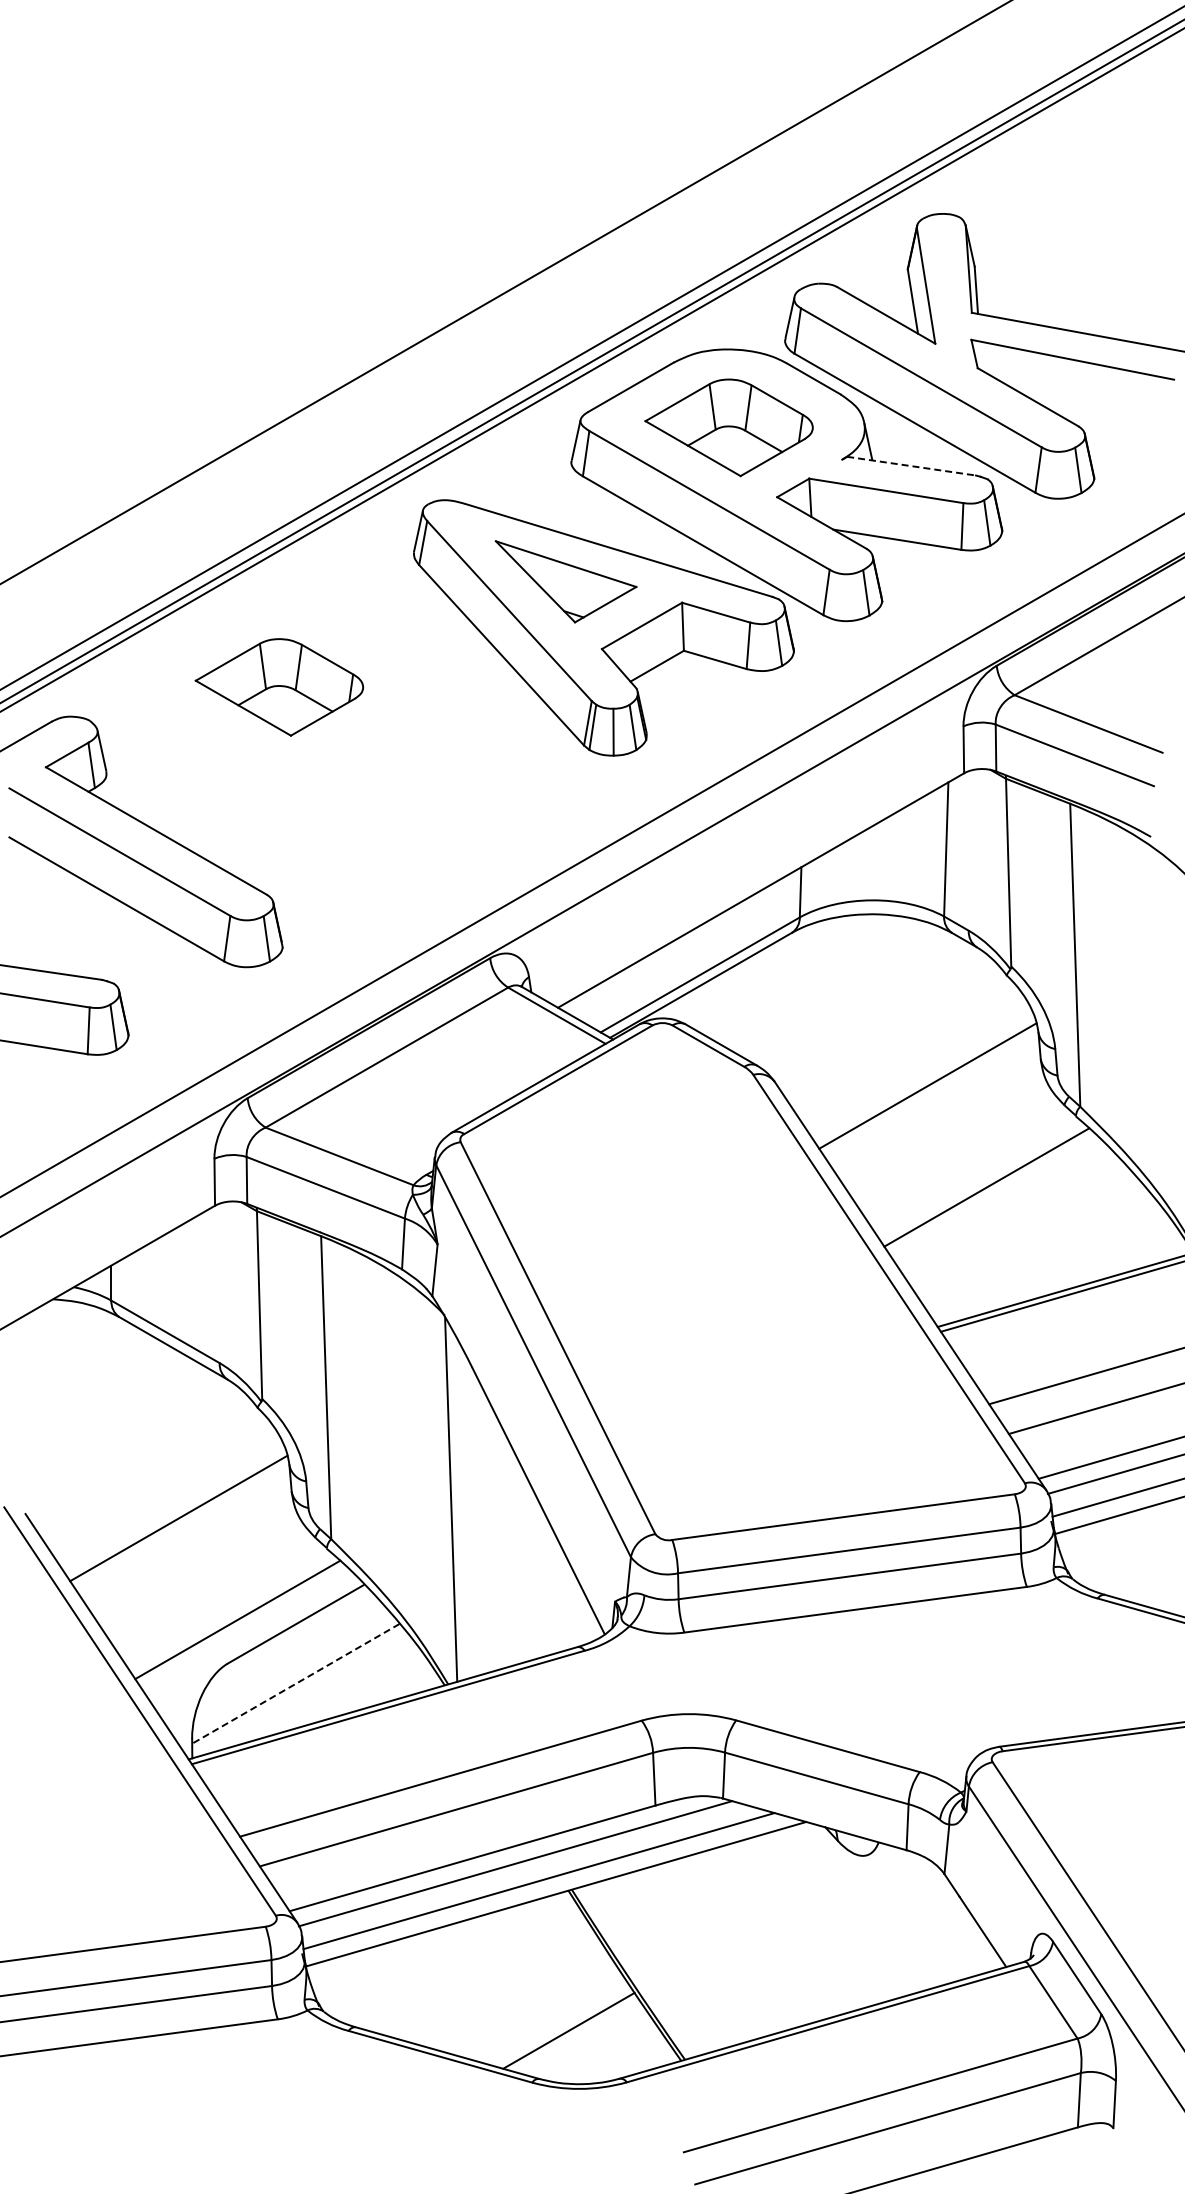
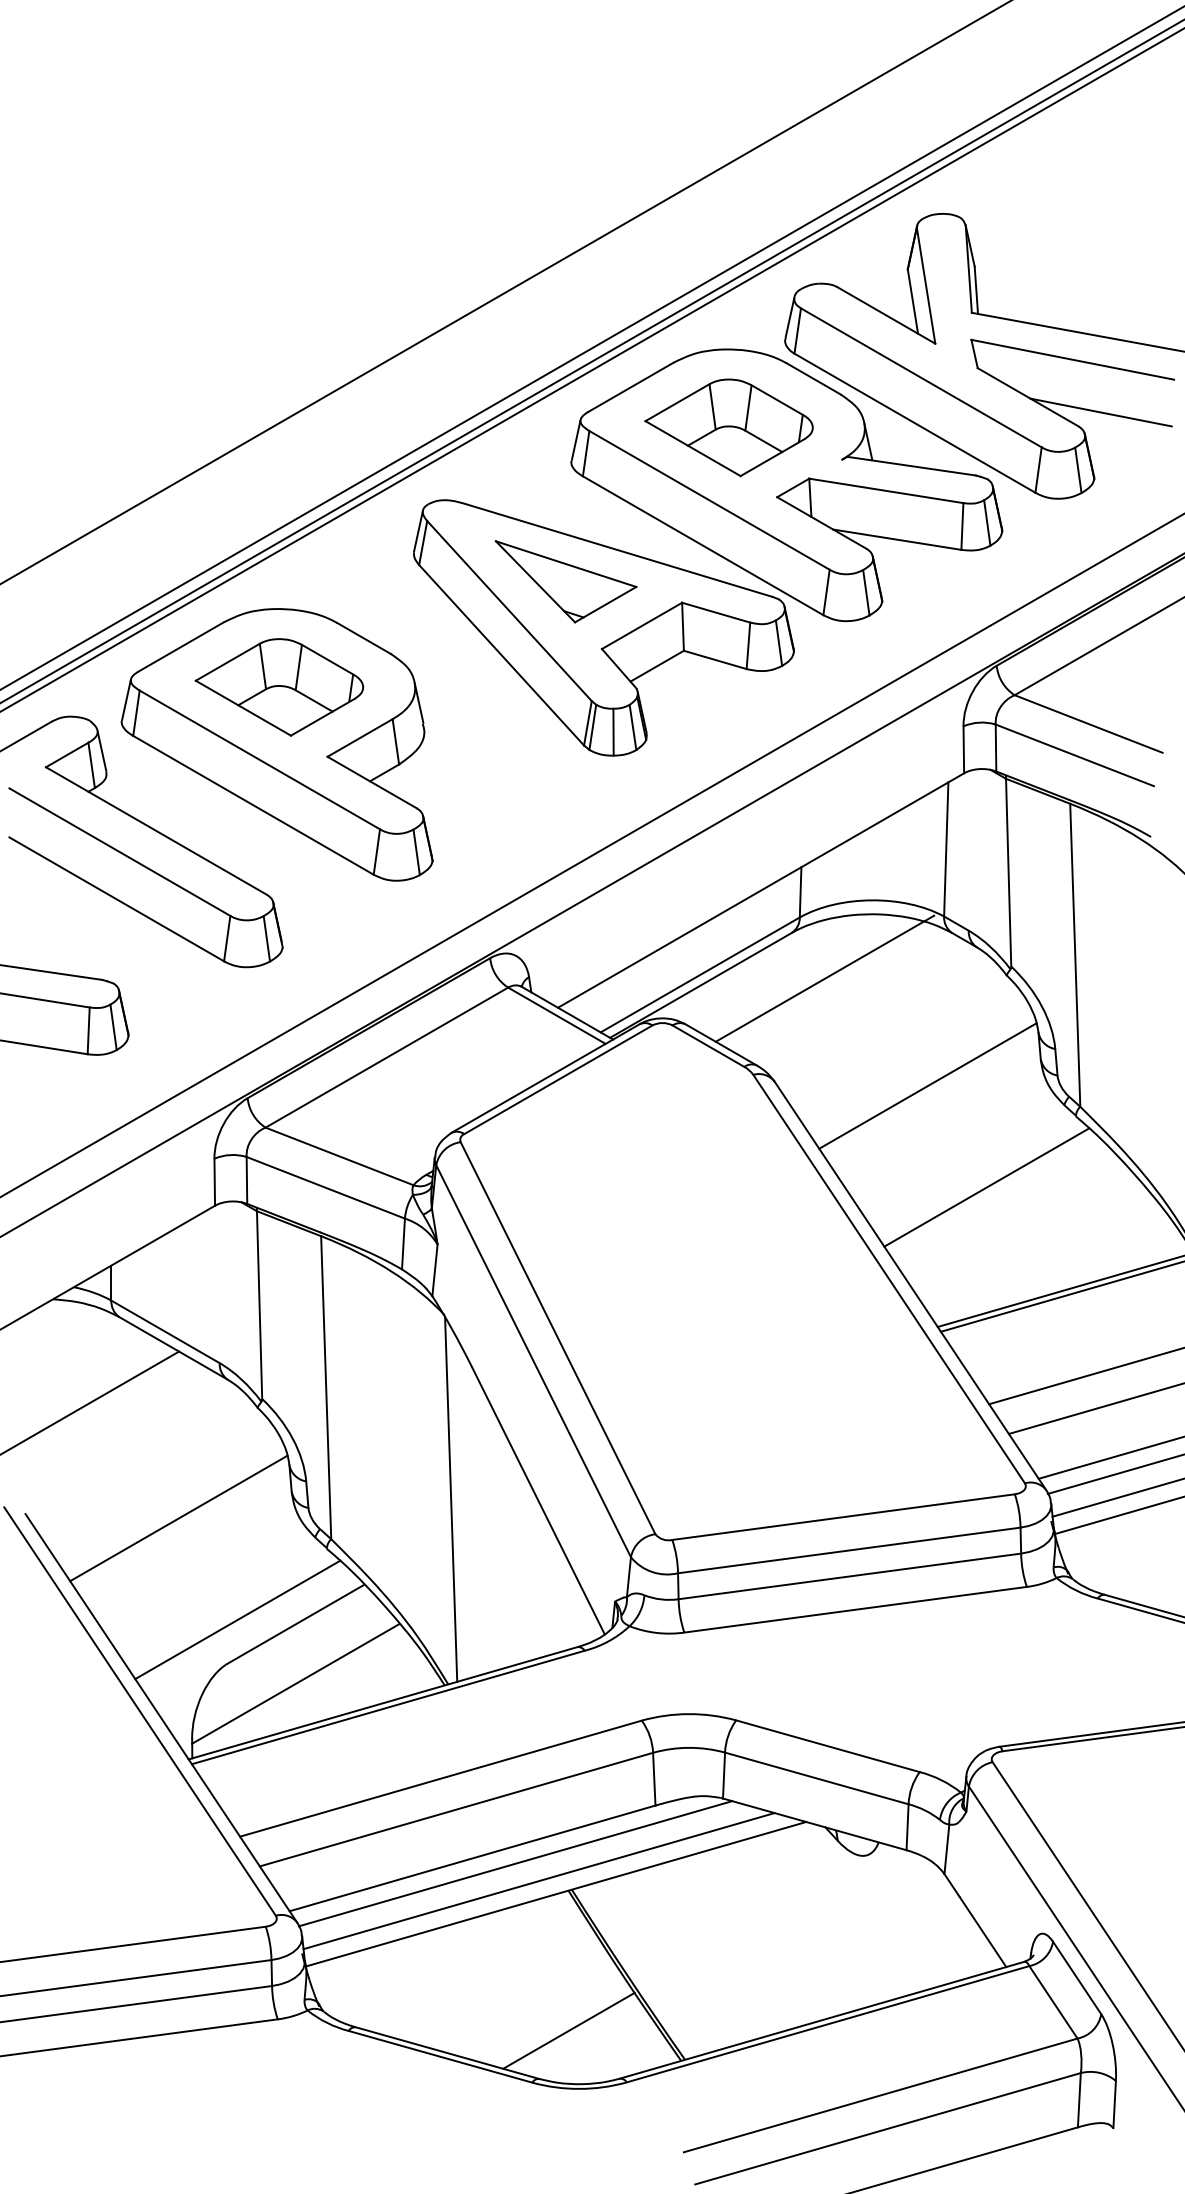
line at (1100, 412): none -> present
line at (912, 466): dashed -> solid
part at (276, 744): none -> present
line at (824, 978): none -> present
line at (90, 1402): none -> present
line at (295, 1683): dashed -> solid
